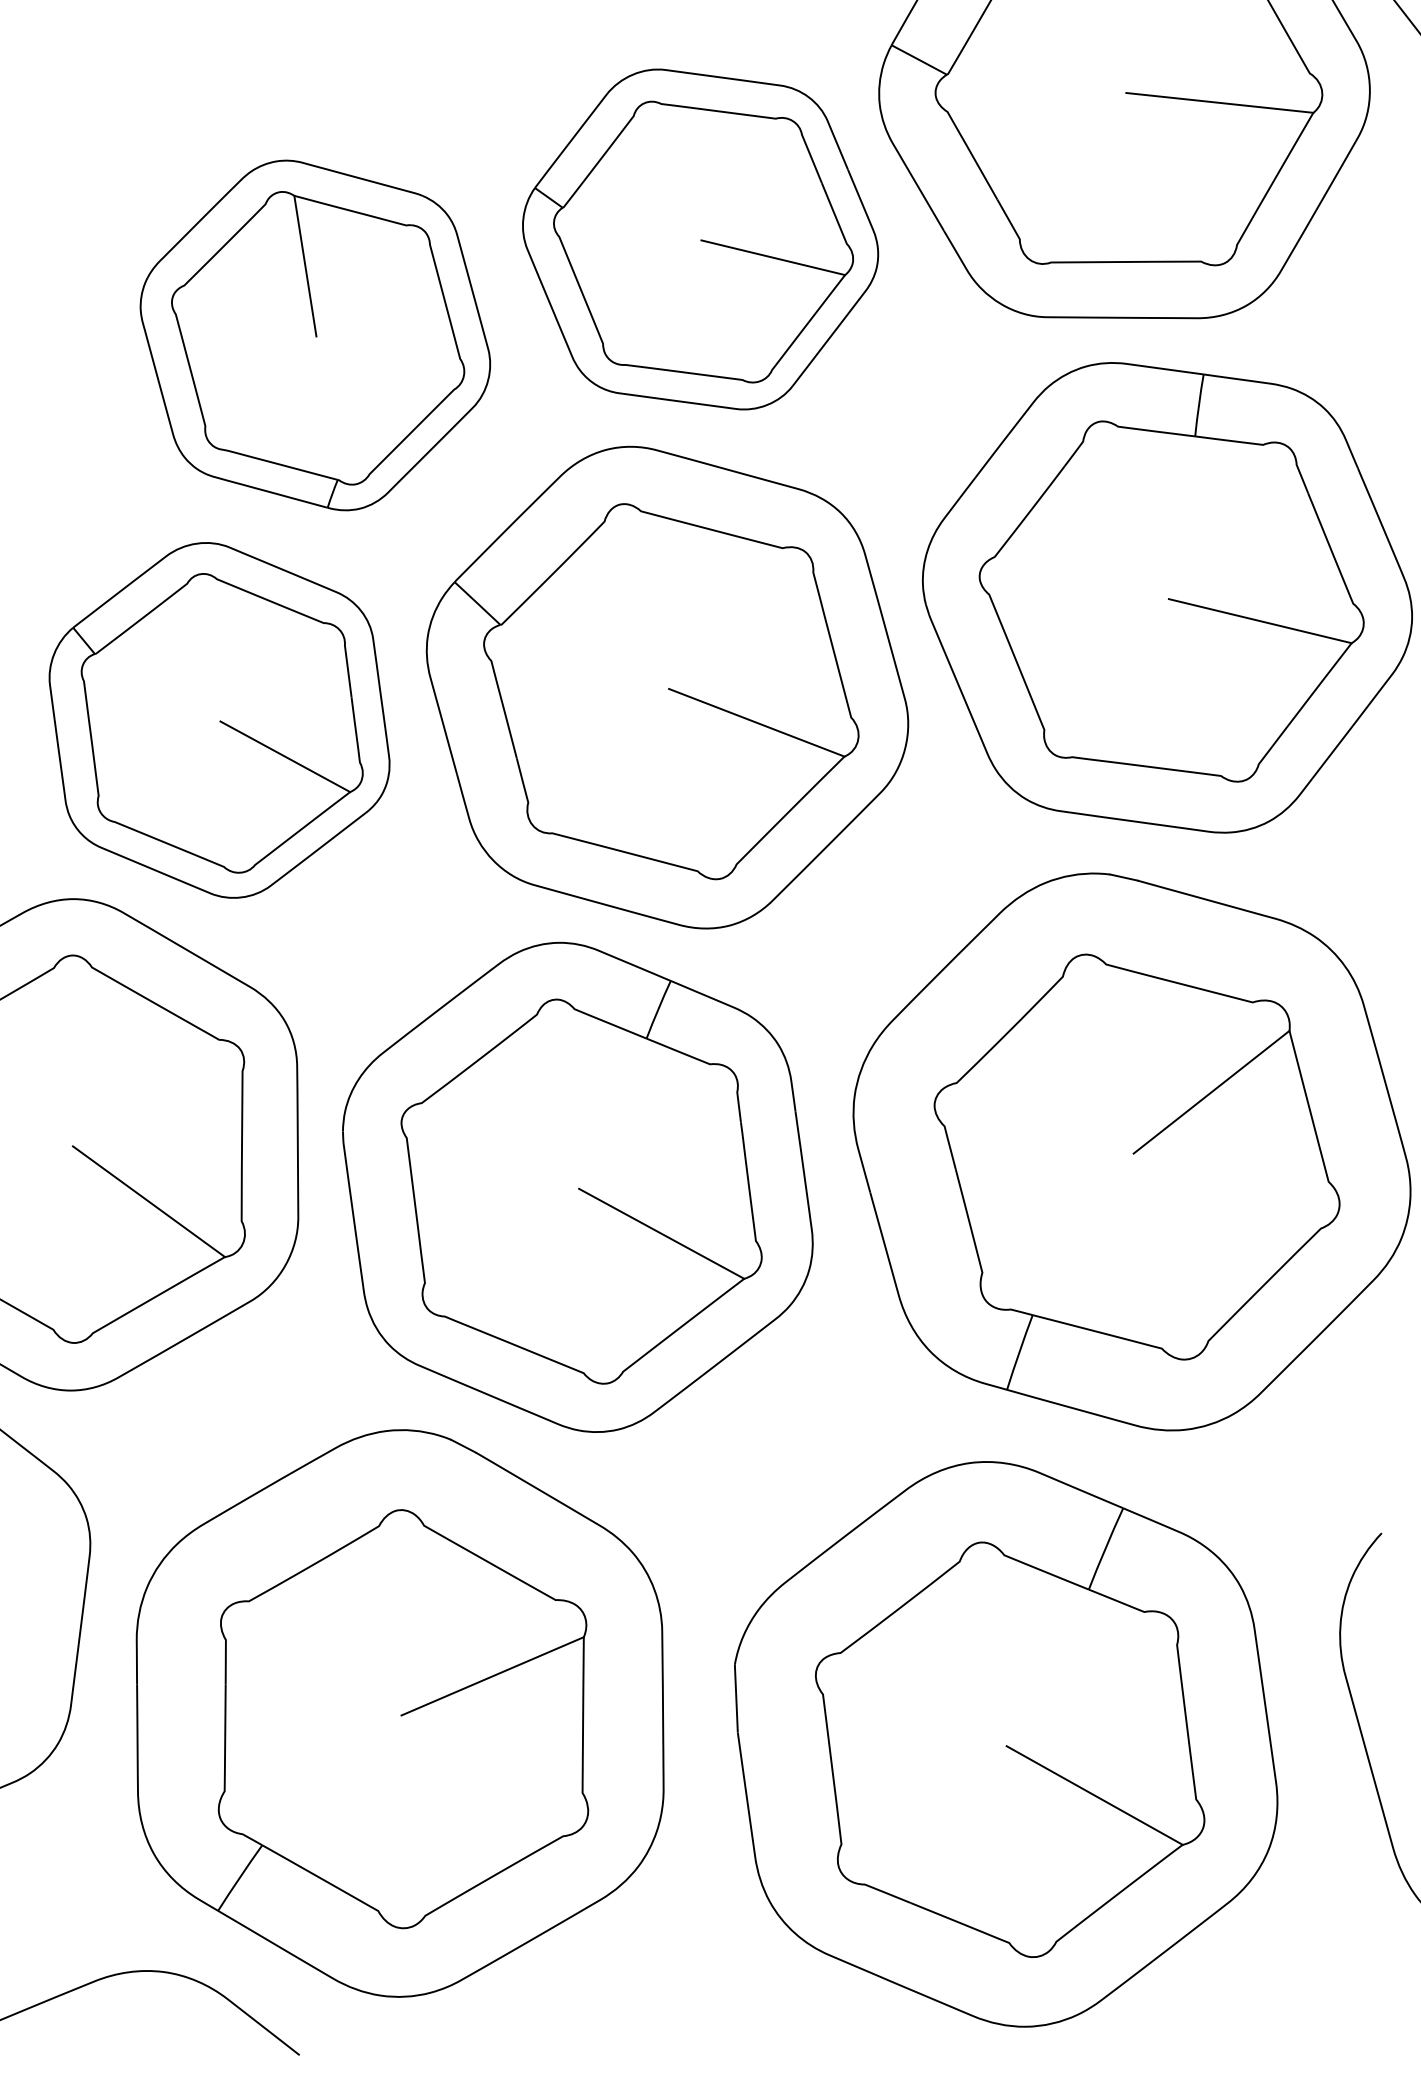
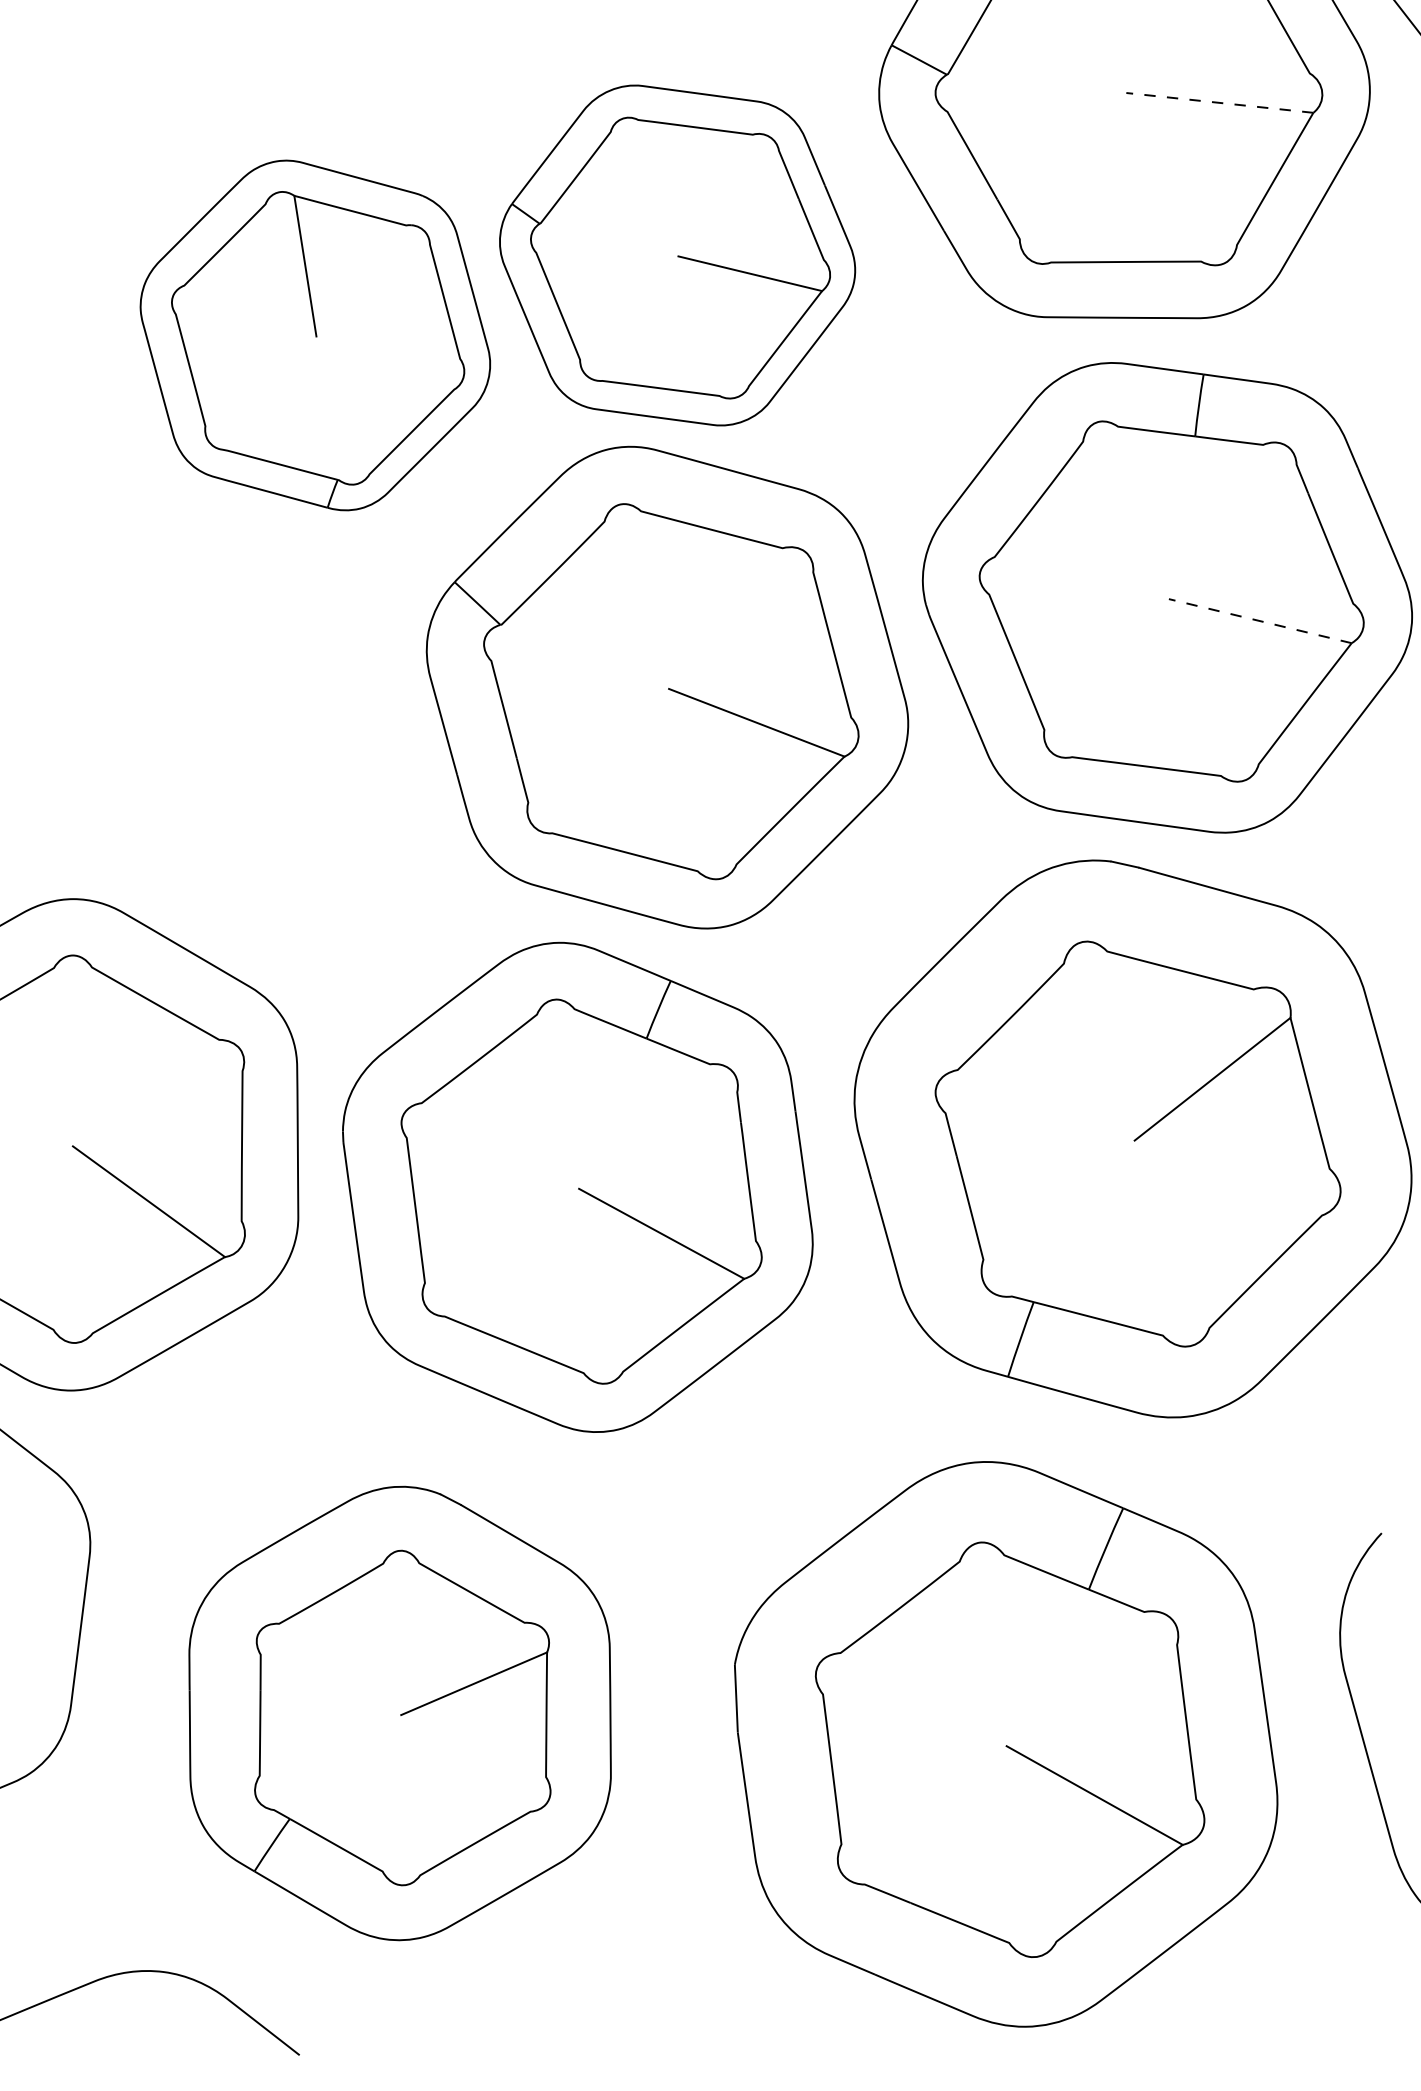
line at (1219, 102): solid -> dashed
part at (700, 239) position: (700, 239) -> (677, 255)
line at (1260, 621): solid -> dashed
part at (219, 720): present -> none
part at (1131, 1151) position: (1131, 1151) -> (1132, 1138)
part at (399, 1713) size: 530x569 px -> 424x457 px
